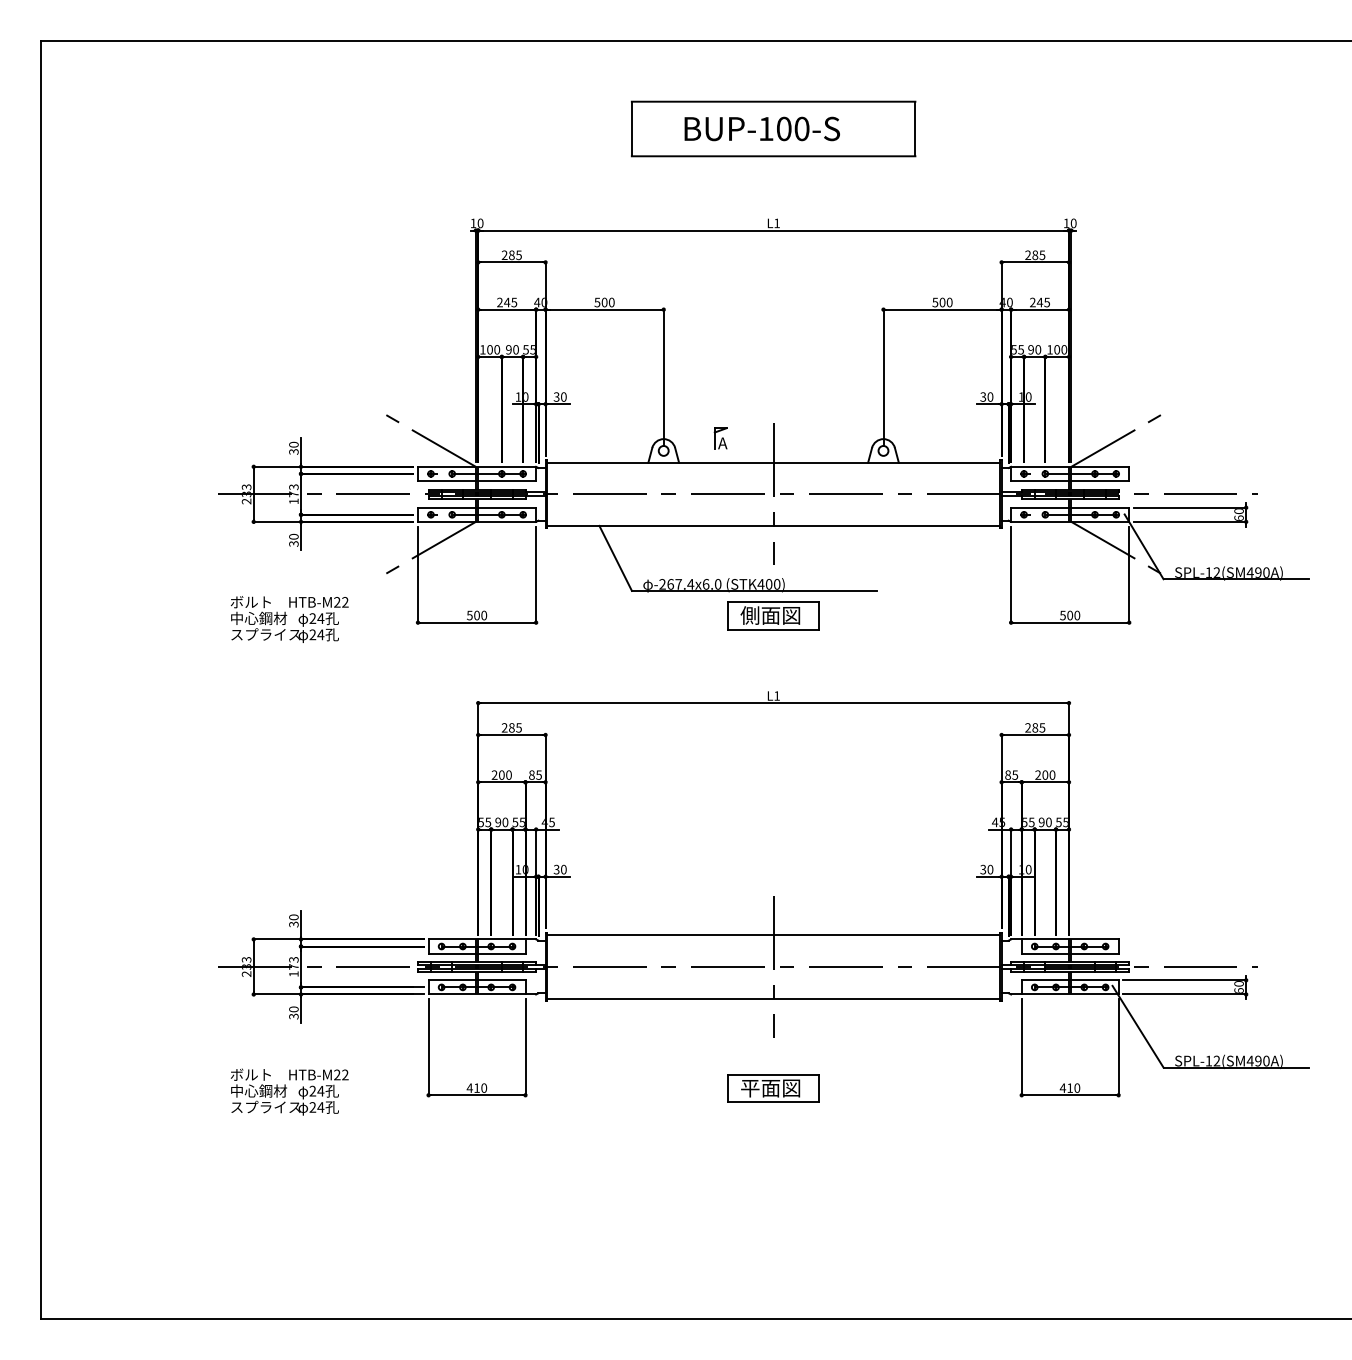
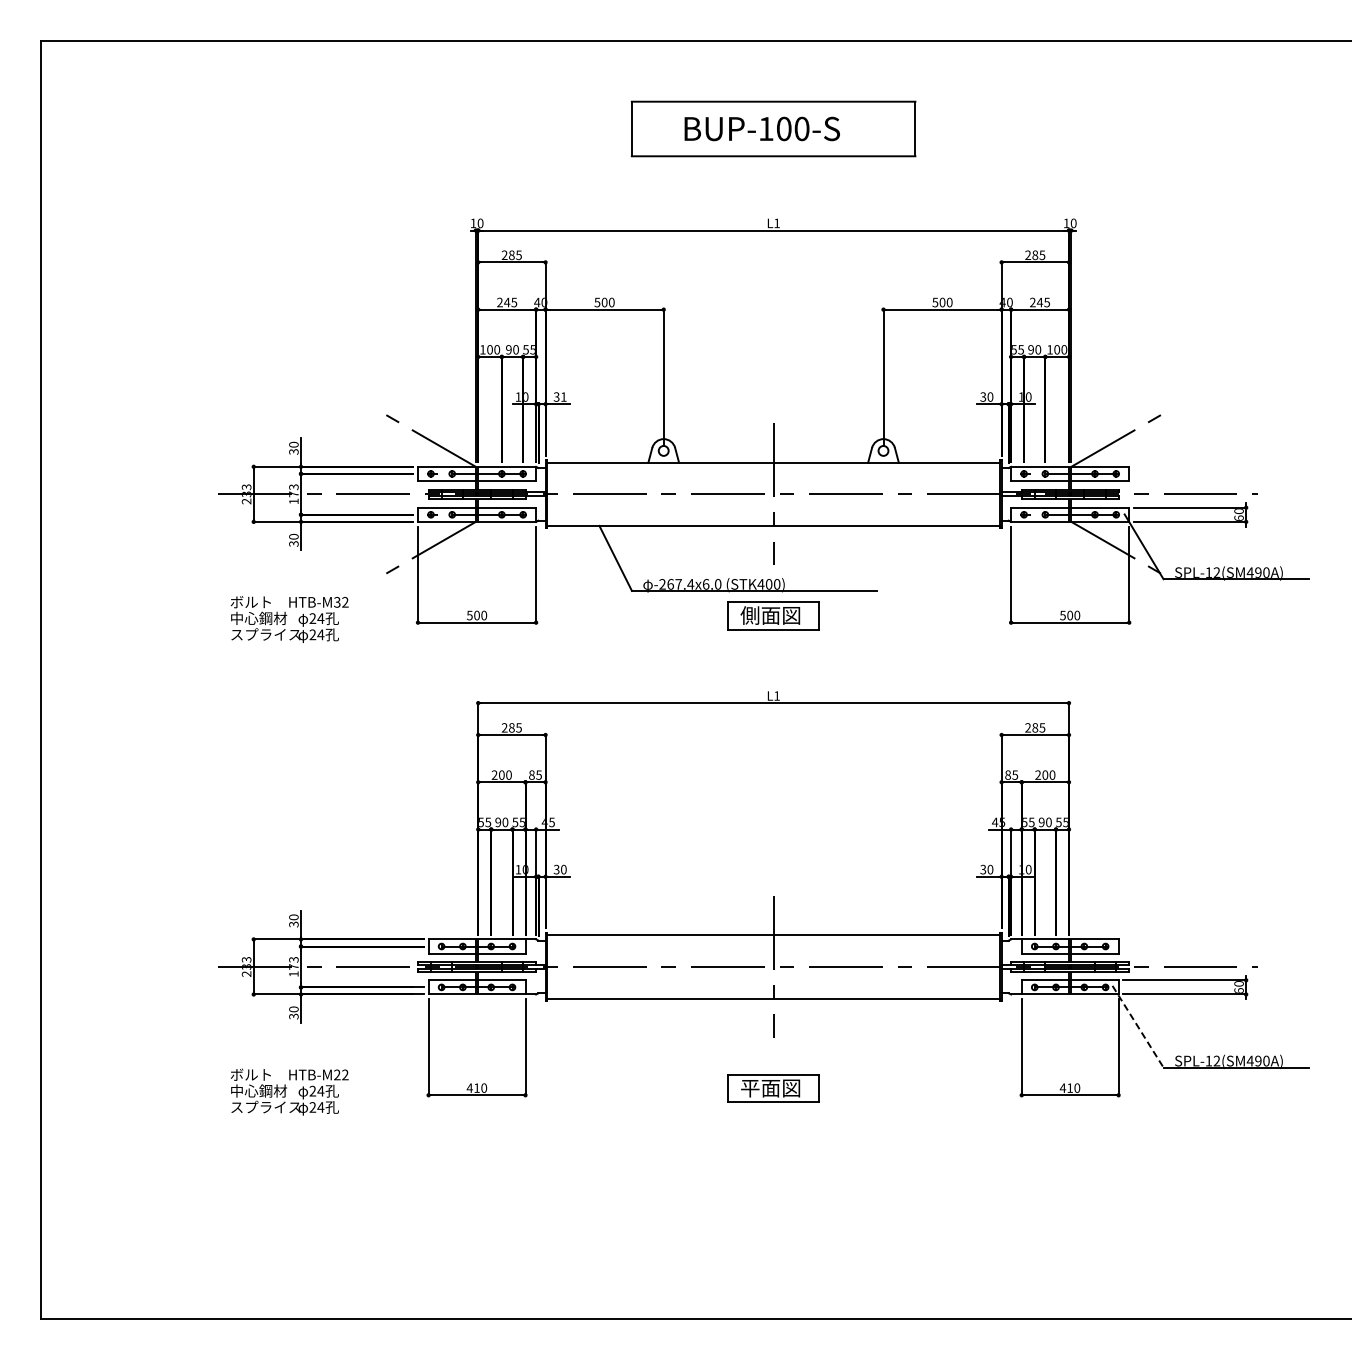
text at (563, 396): 30 -> 31
part at (720, 438): present -> none
text at (337, 602): HTB-M22 -> HTB-M32
line at (1138, 1027): solid -> dashed
